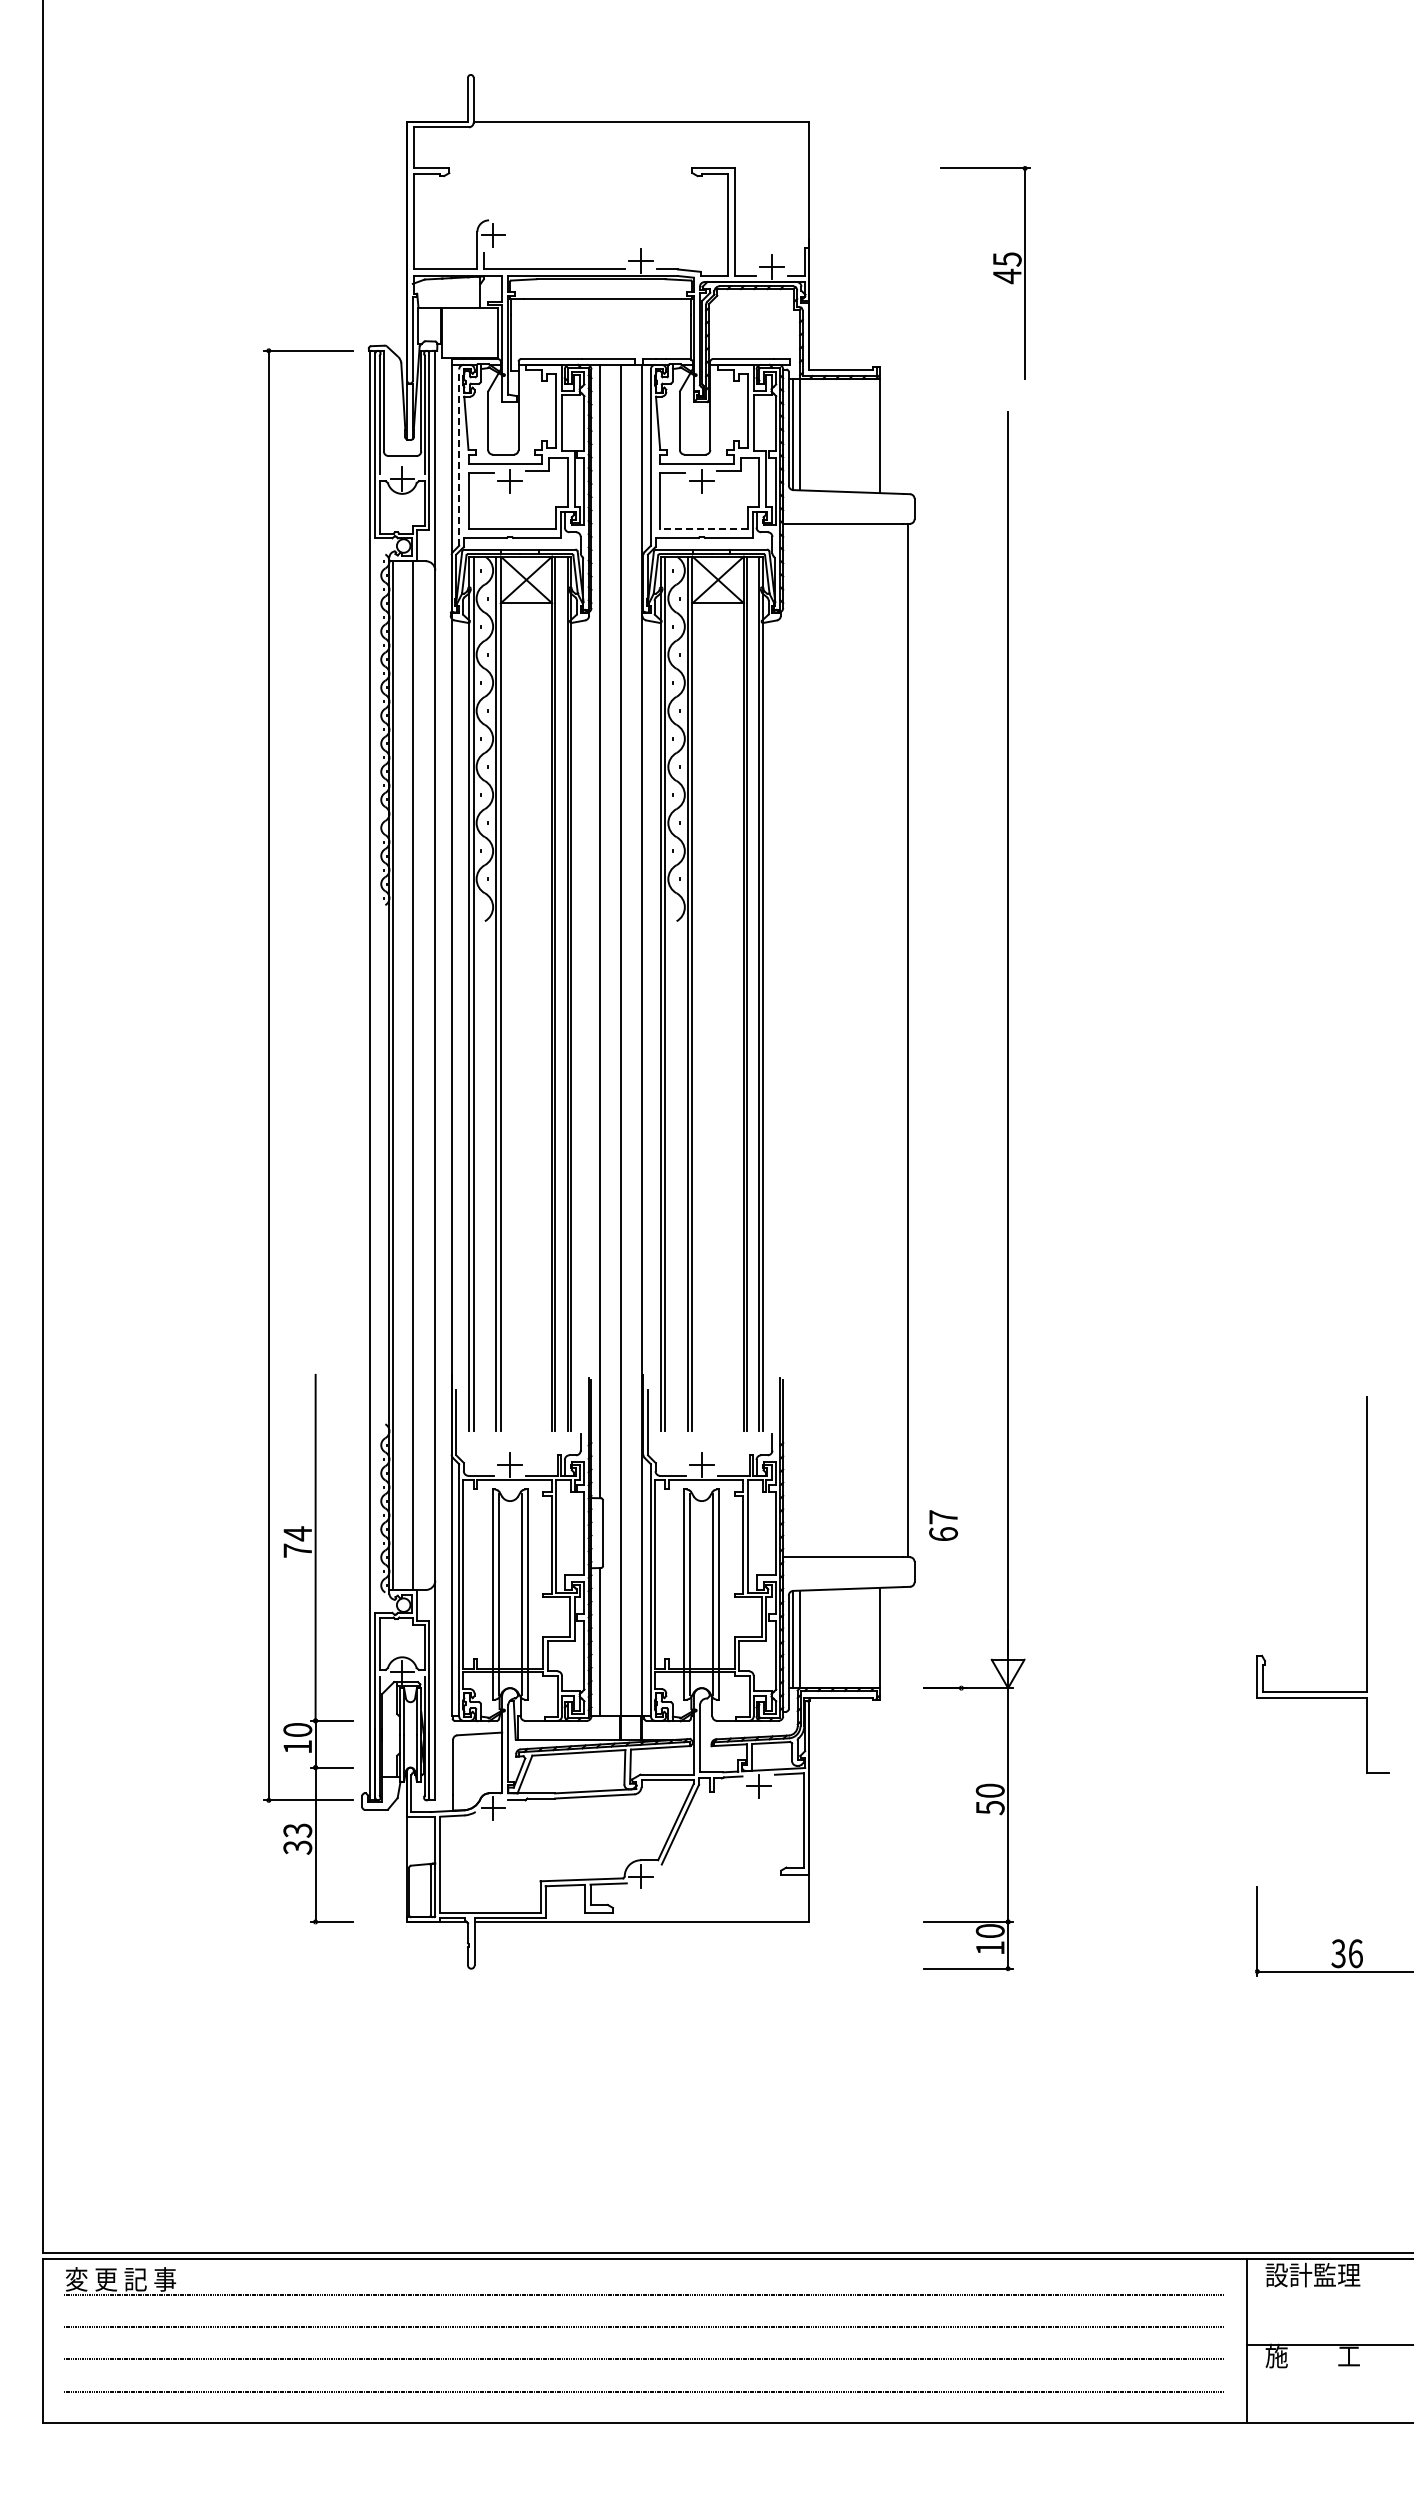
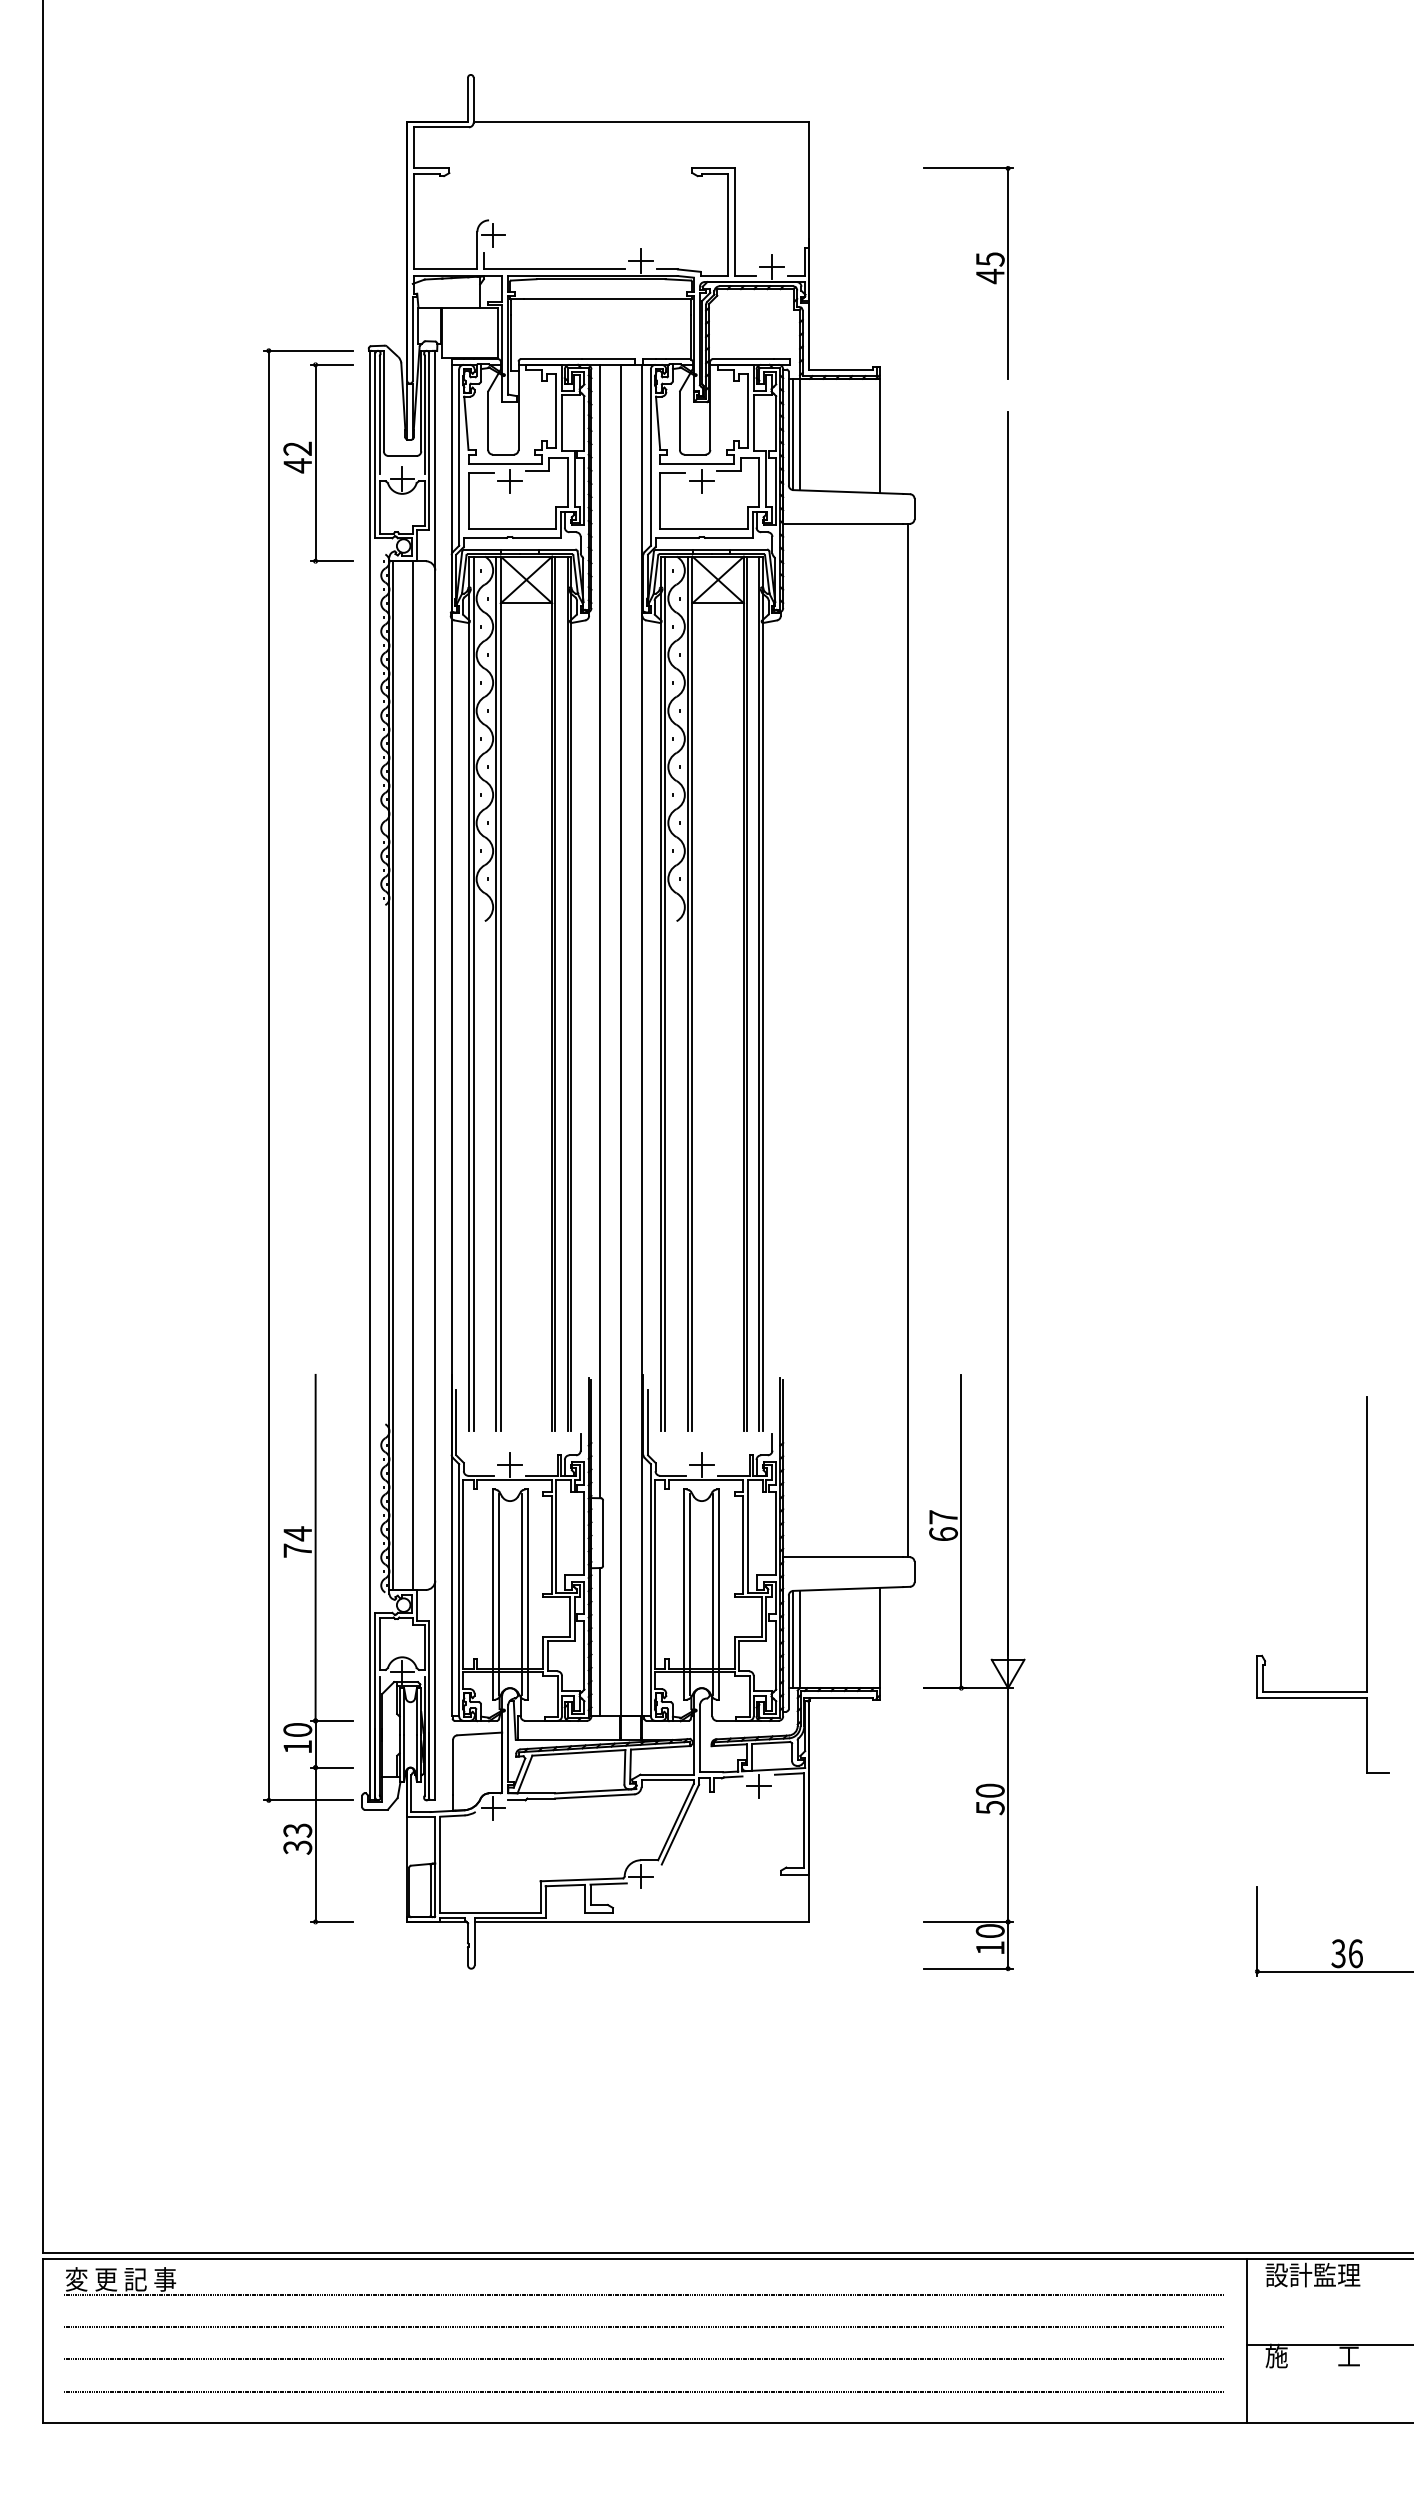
part at (993, 272) position: (993, 272) -> (976, 272)
line at (459, 457): dashed -> solid
part at (318, 462): none -> present
line at (704, 528): dashed -> solid
line at (961, 1531): none -> present
